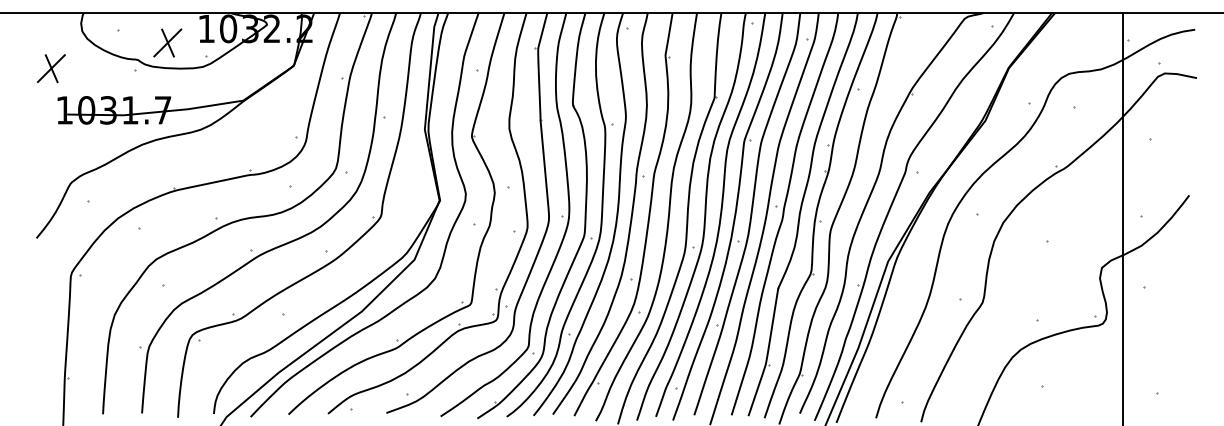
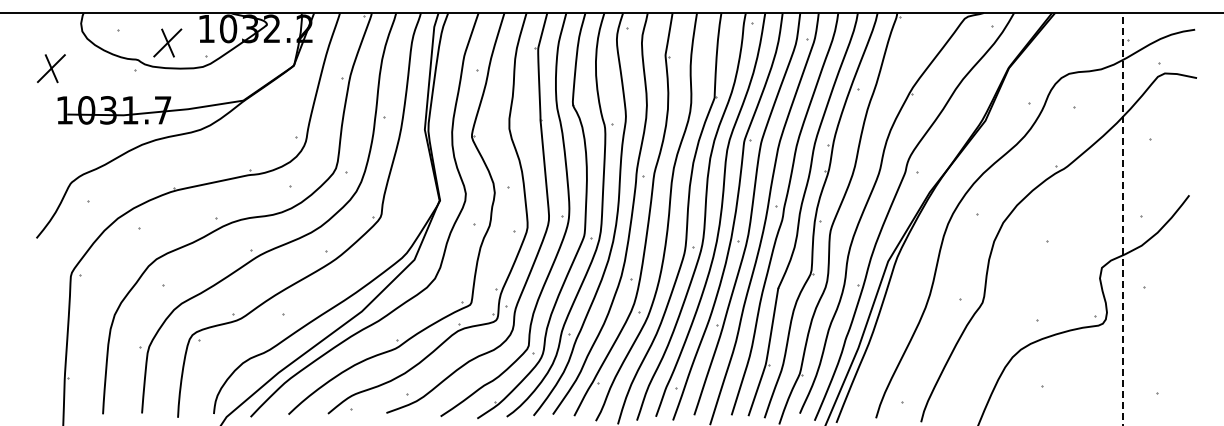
line at (1122, 218): solid -> dashed
